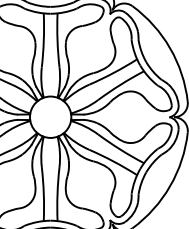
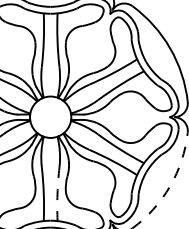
arc at (170, 186): solid -> dashed
arc at (57, 194): solid -> dashed
